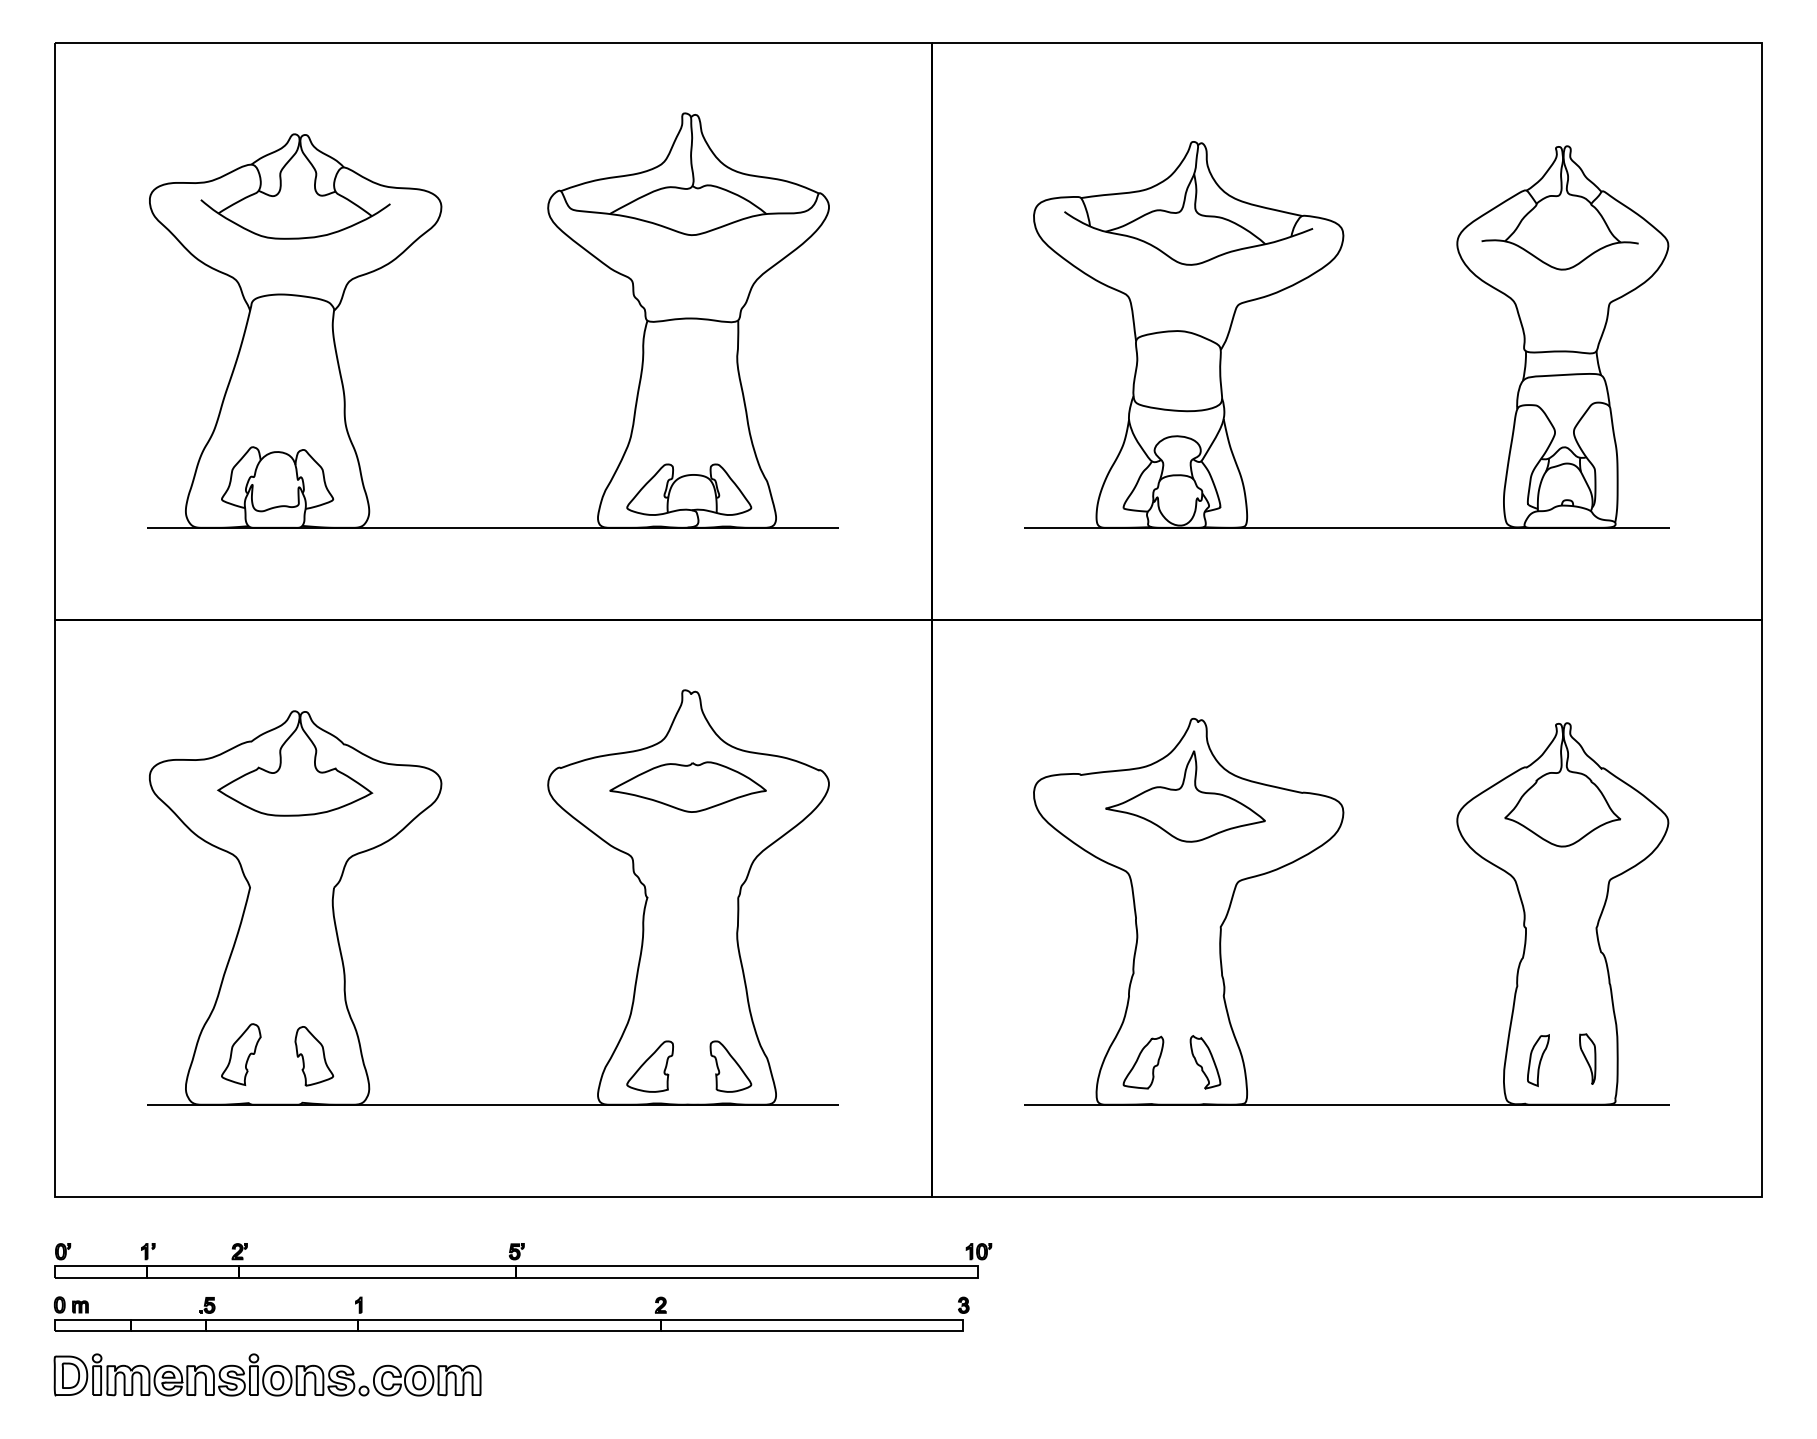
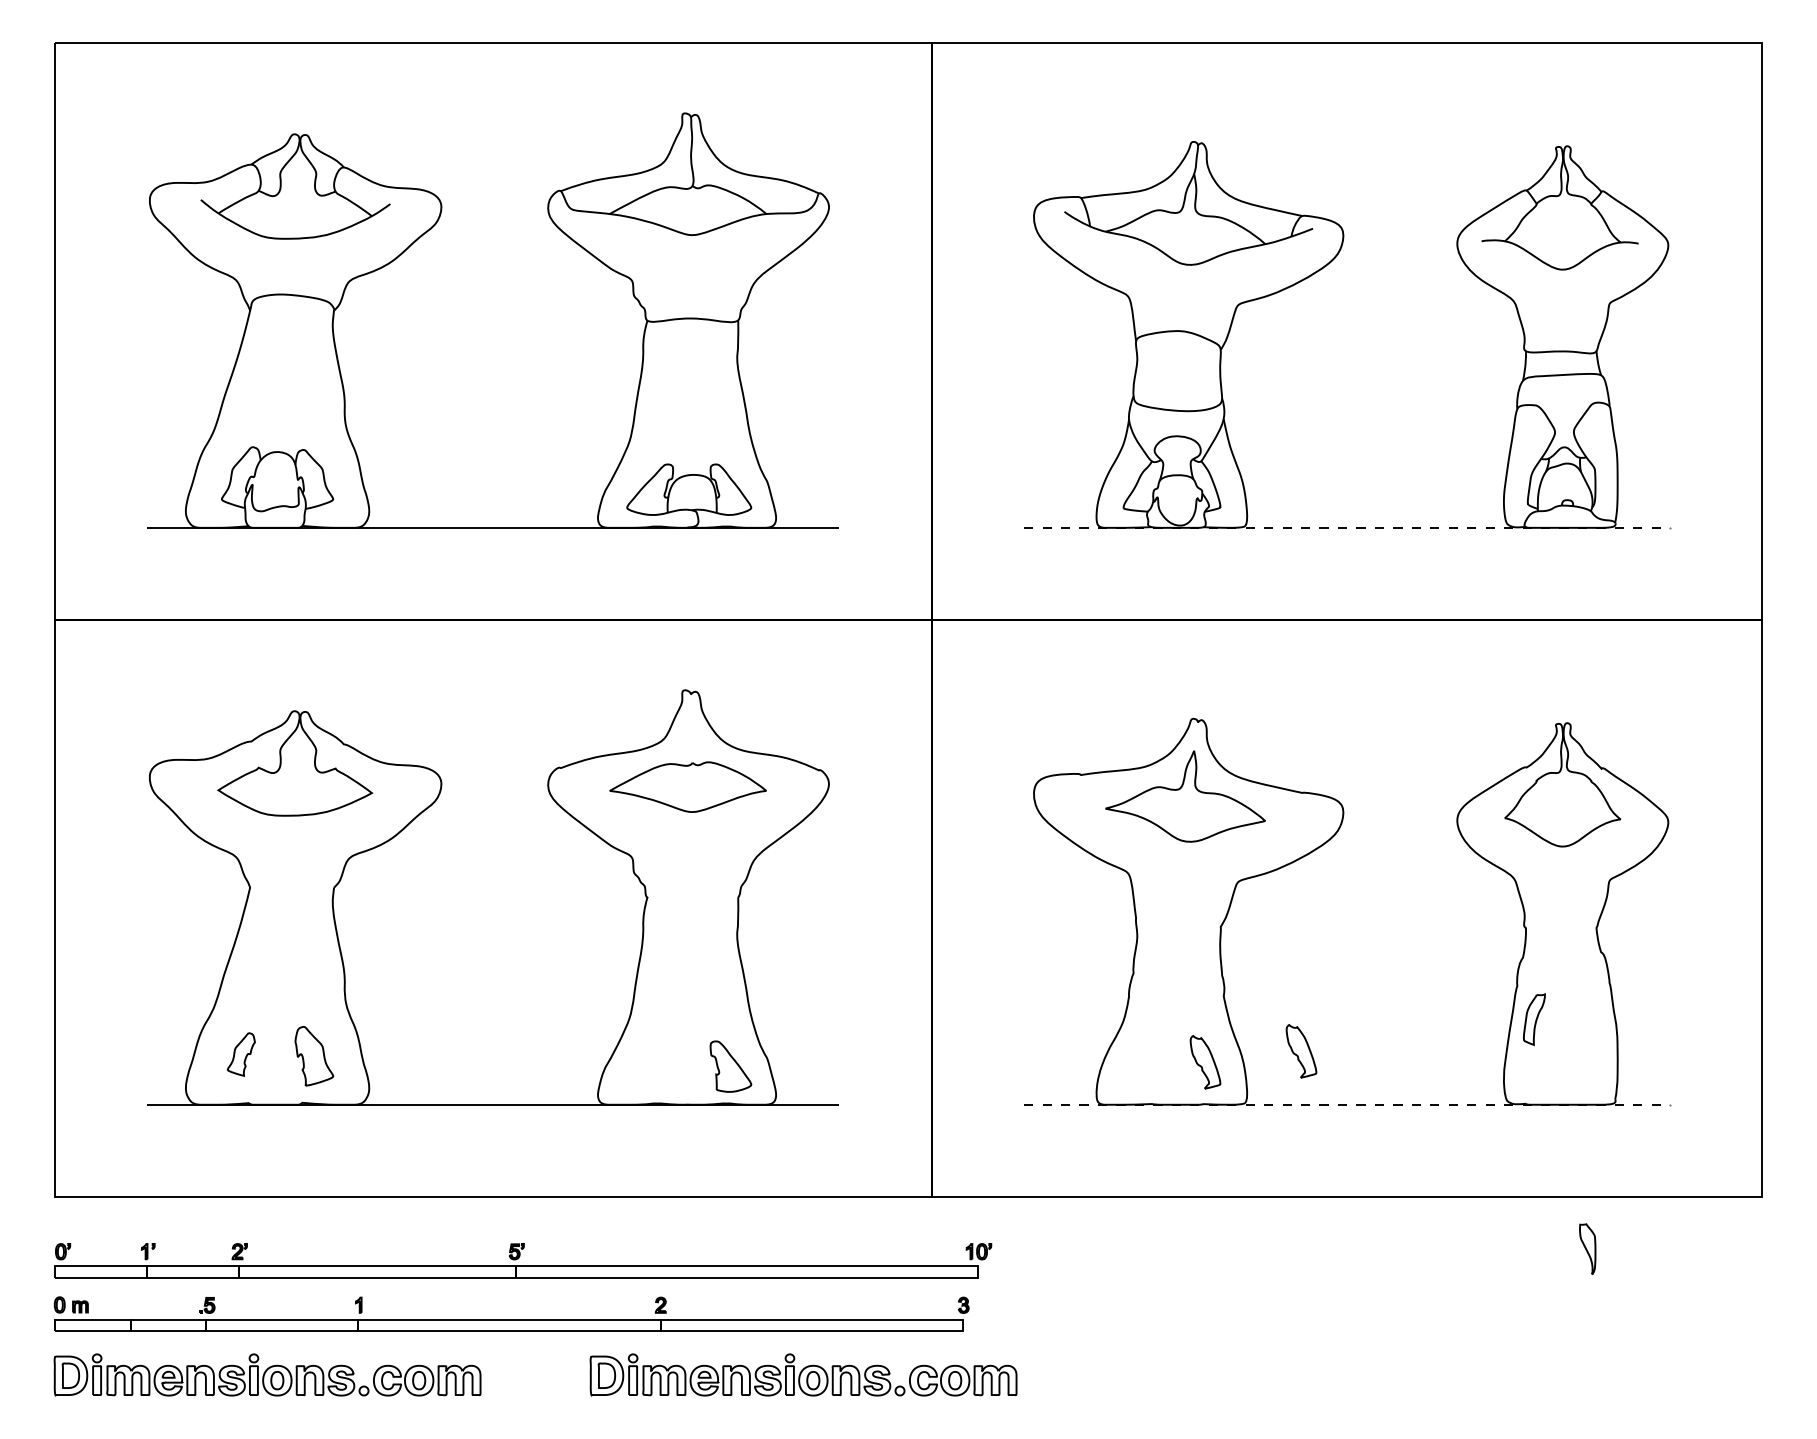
line at (1347, 527): solid -> dashed
part at (1301, 1051): none -> present
part at (241, 1054) size: 41x63 px -> 29x45 px
part at (1587, 1058) position: (1587, 1058) -> (1587, 1248)
part at (1538, 1060) position: (1538, 1060) -> (1534, 1019)
part at (1143, 1062): present -> none
part at (649, 1066): present -> none
line at (1347, 1104): solid -> dashed
part at (803, 1374): none -> present
